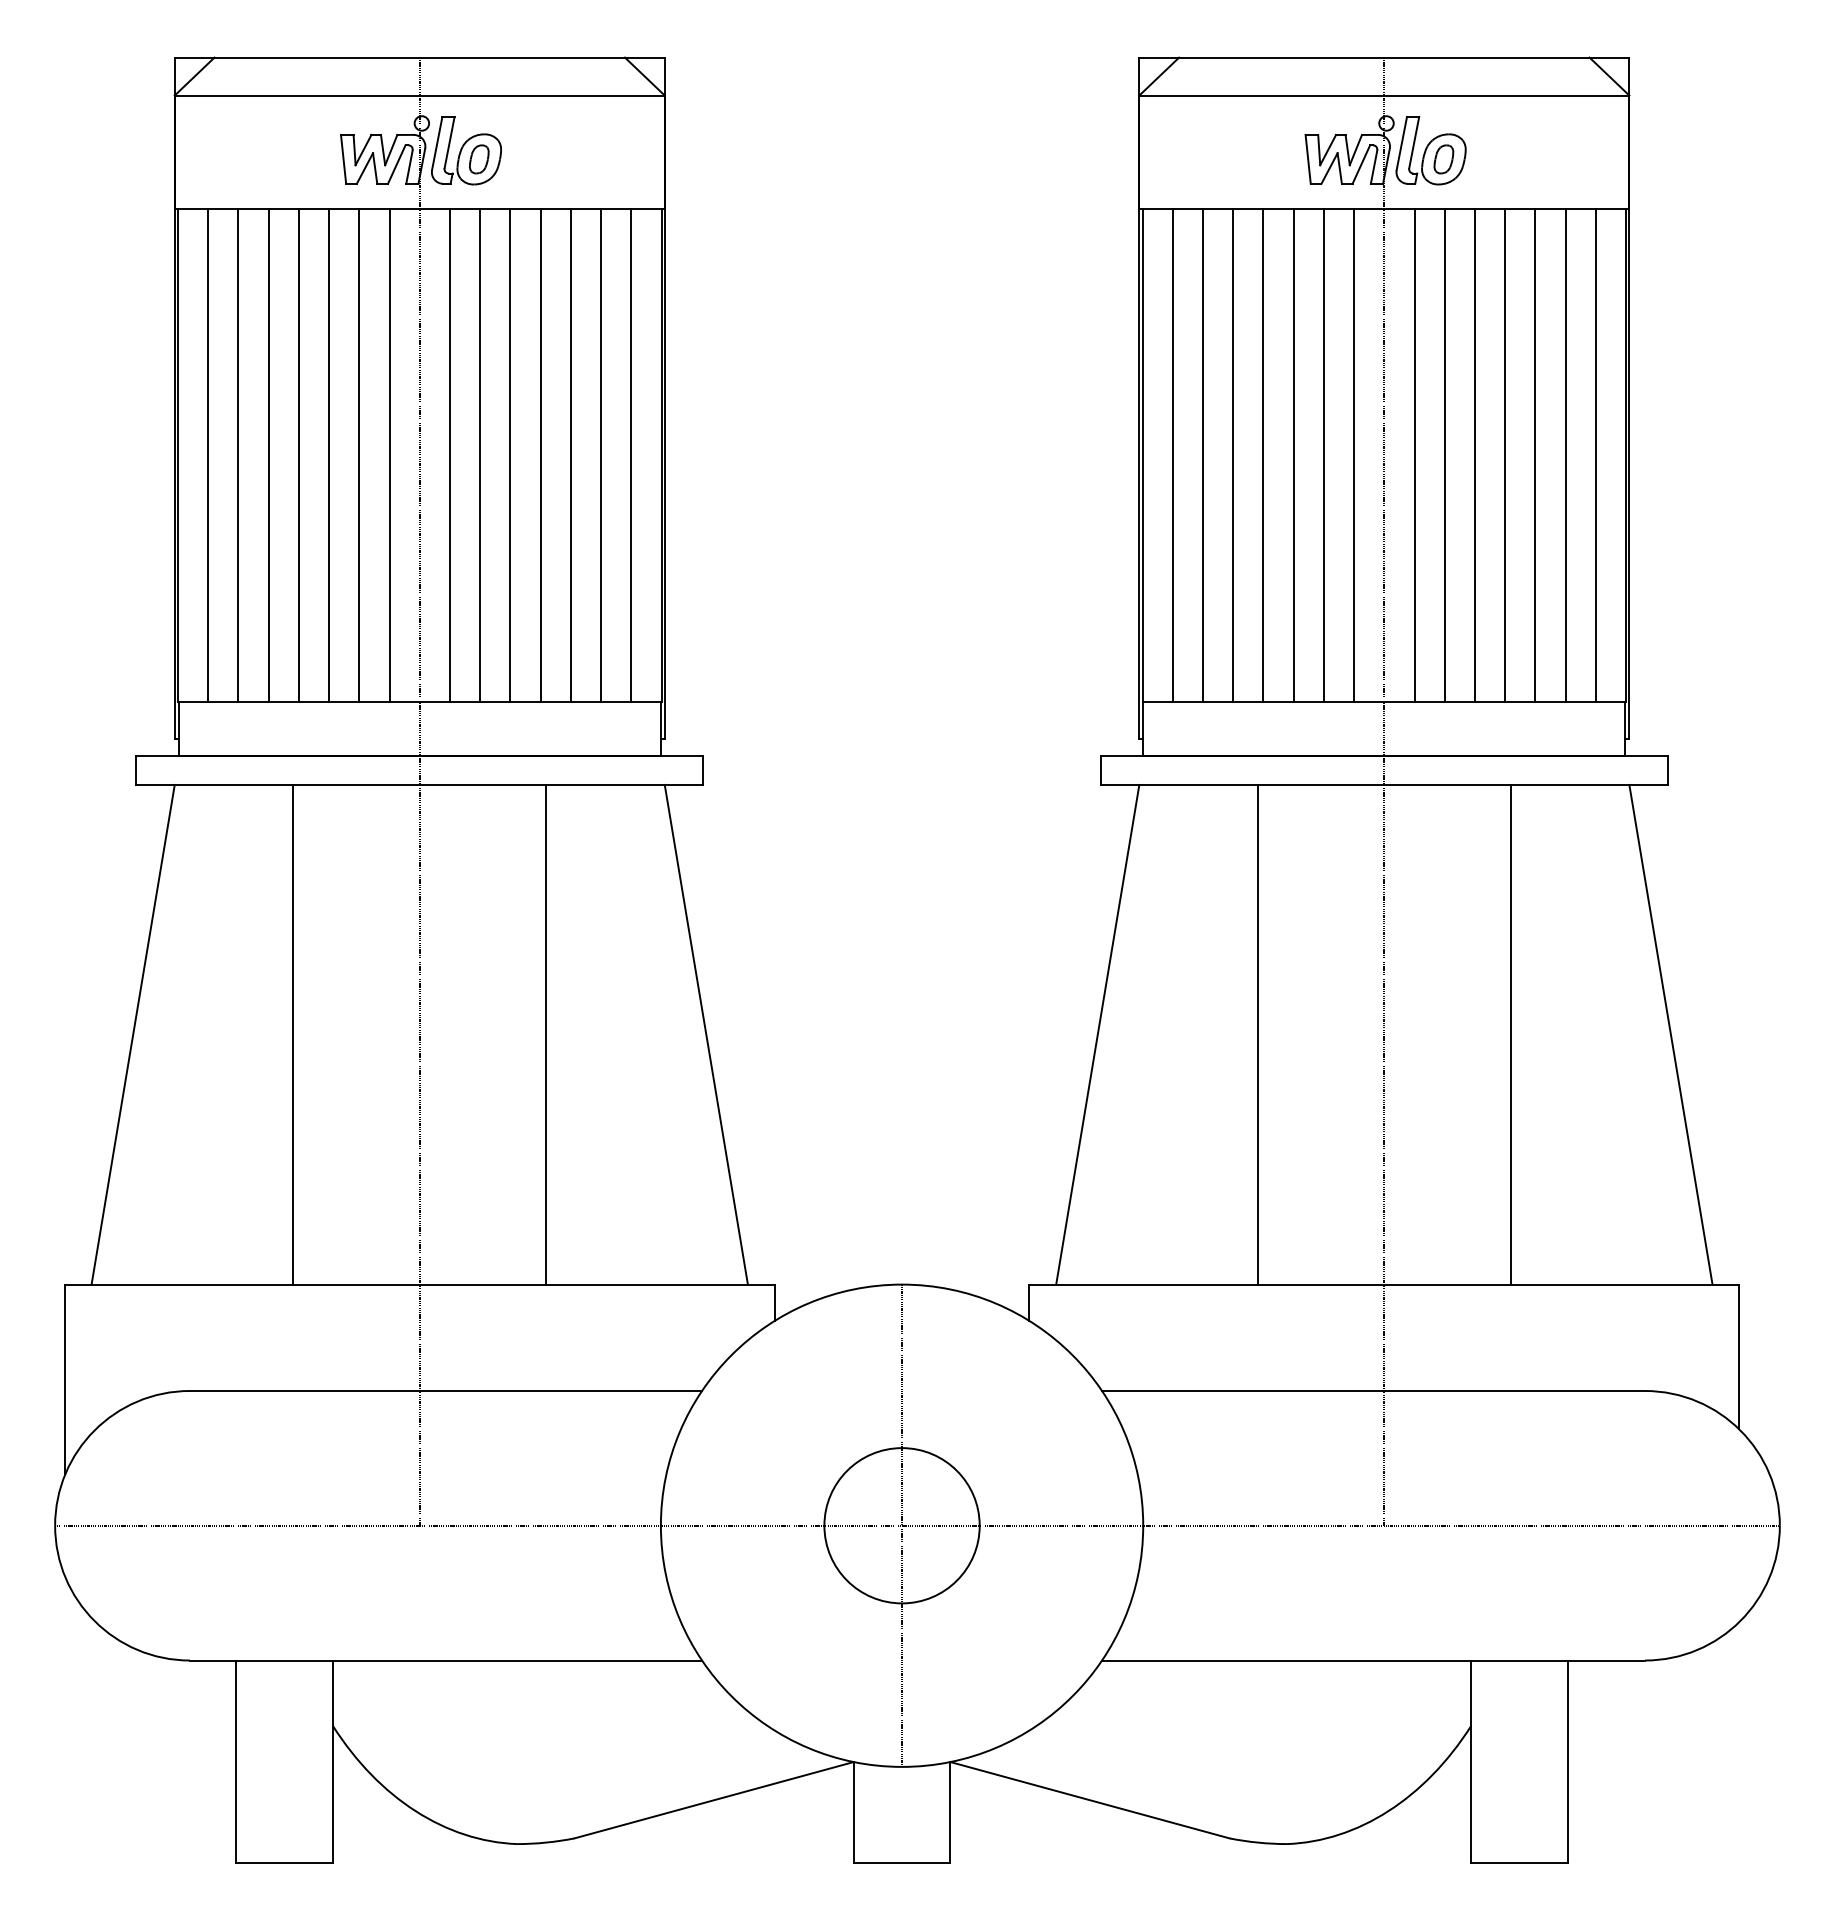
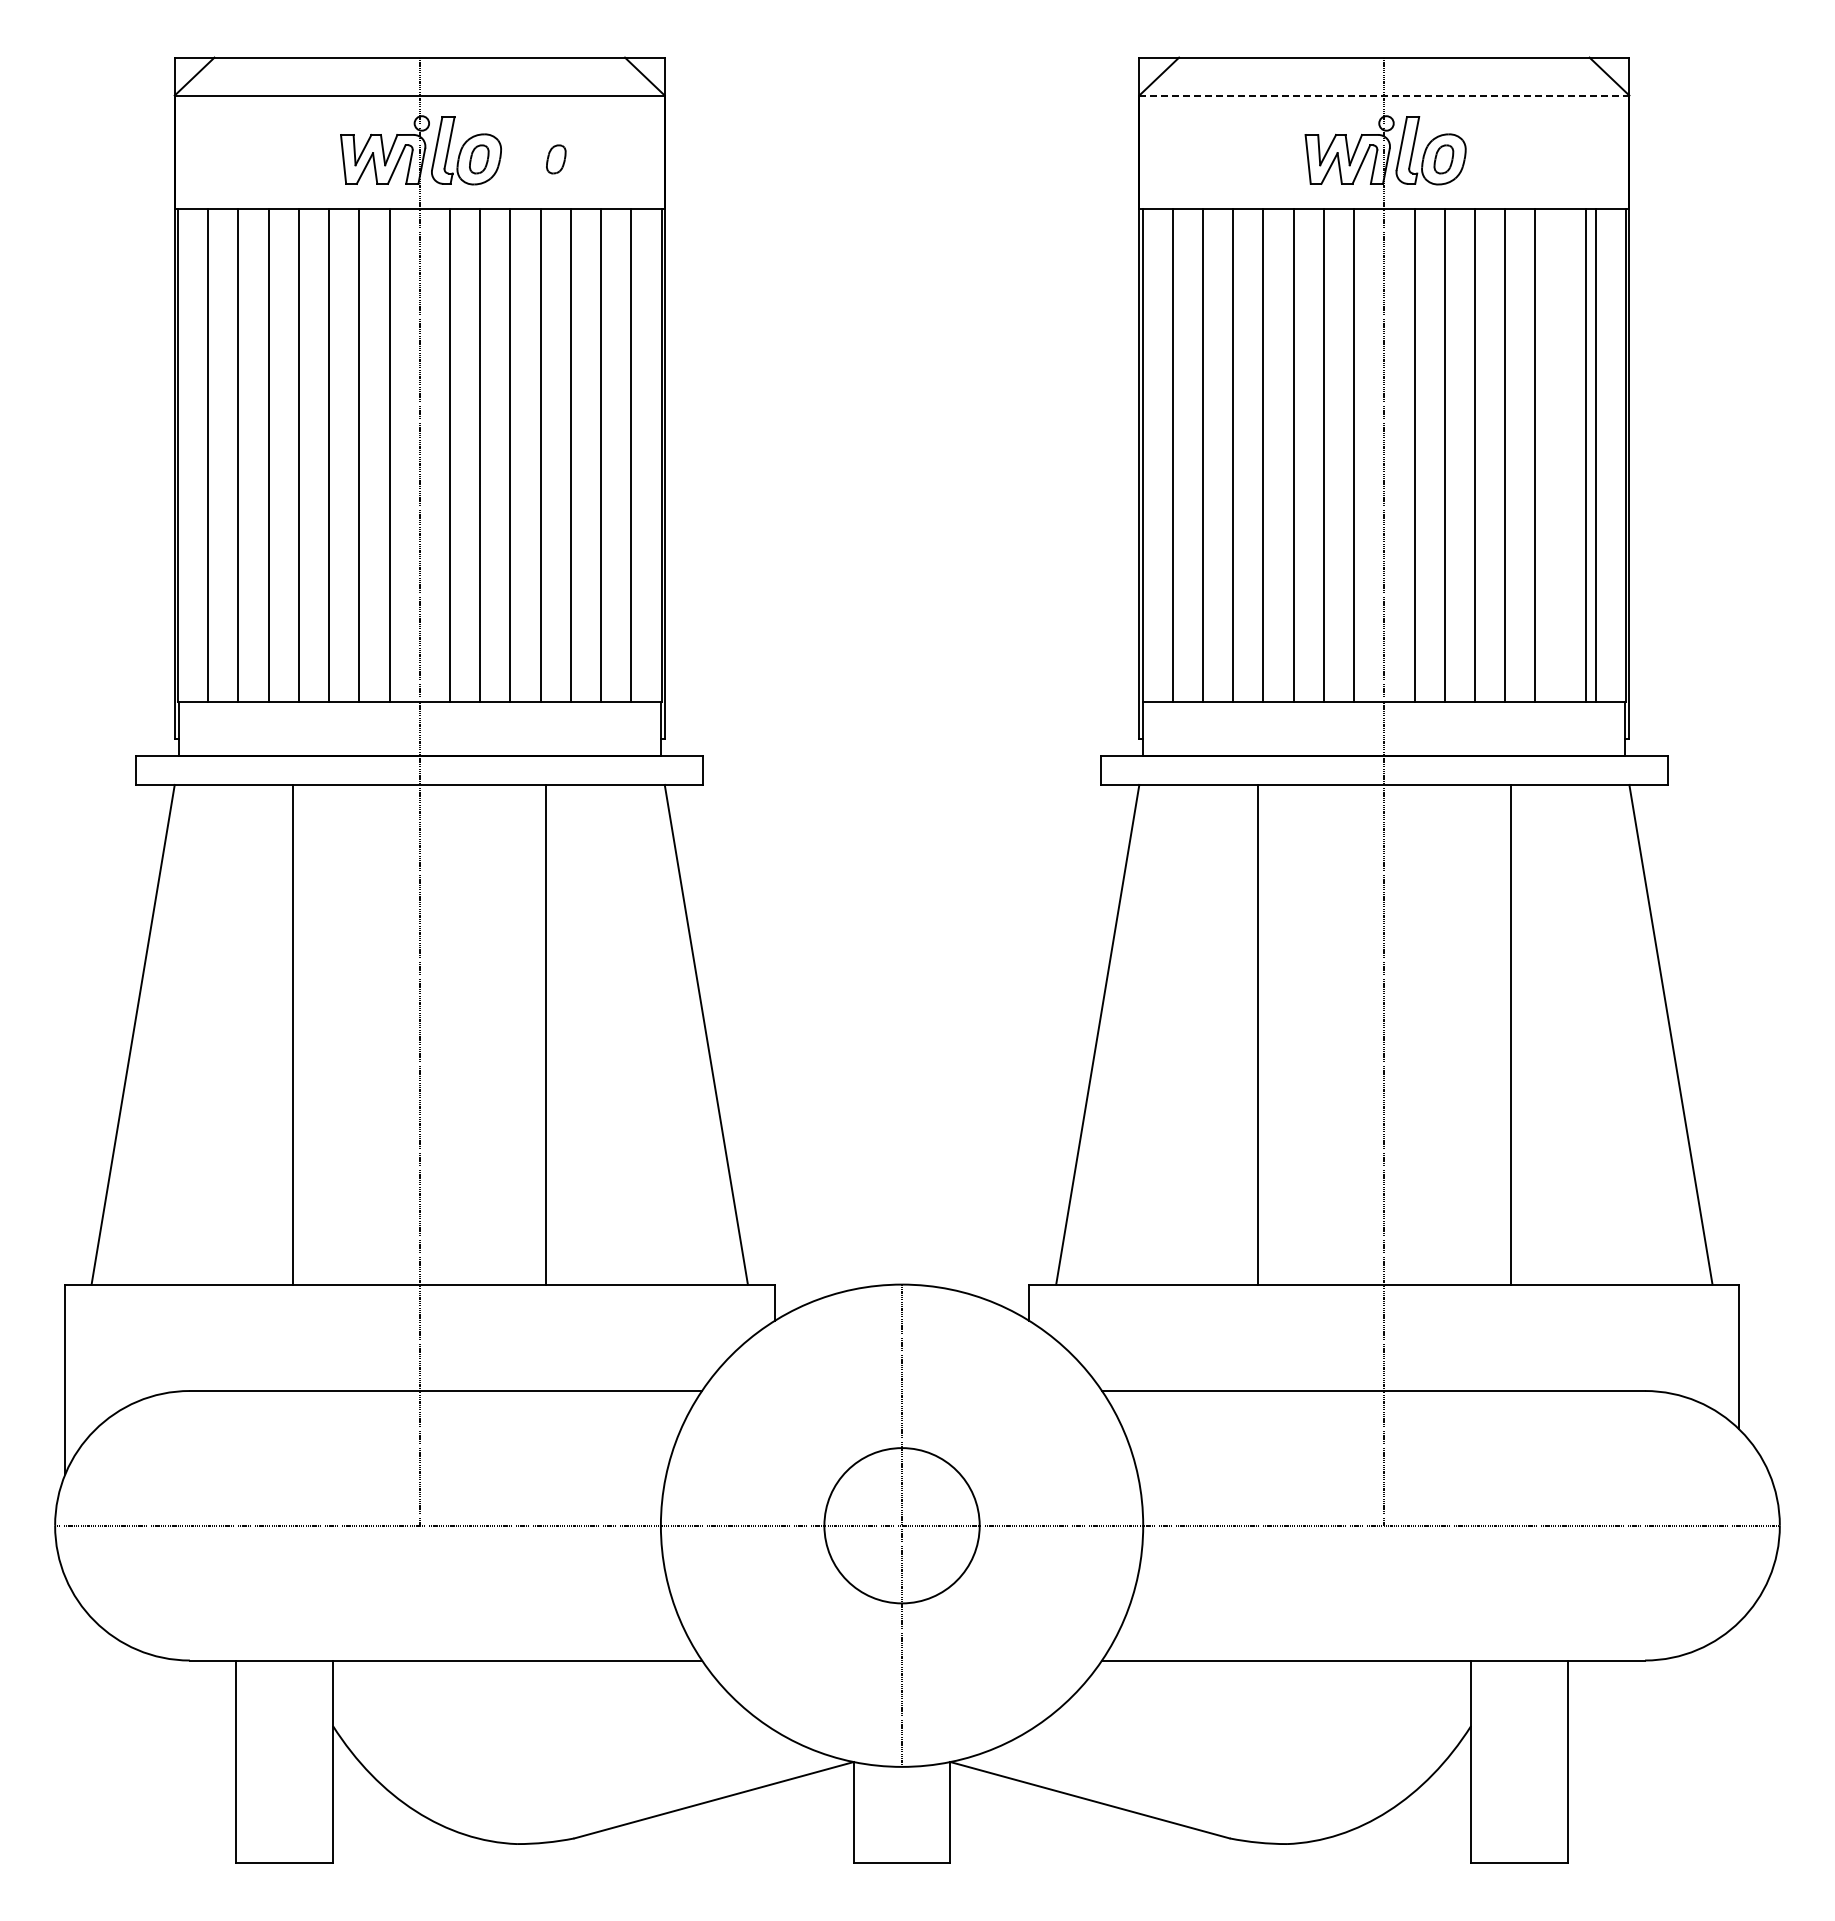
line at (1384, 95): solid -> dashed
part at (556, 159): none -> present
line at (1565, 455) position: (1565, 455) -> (1585, 455)
